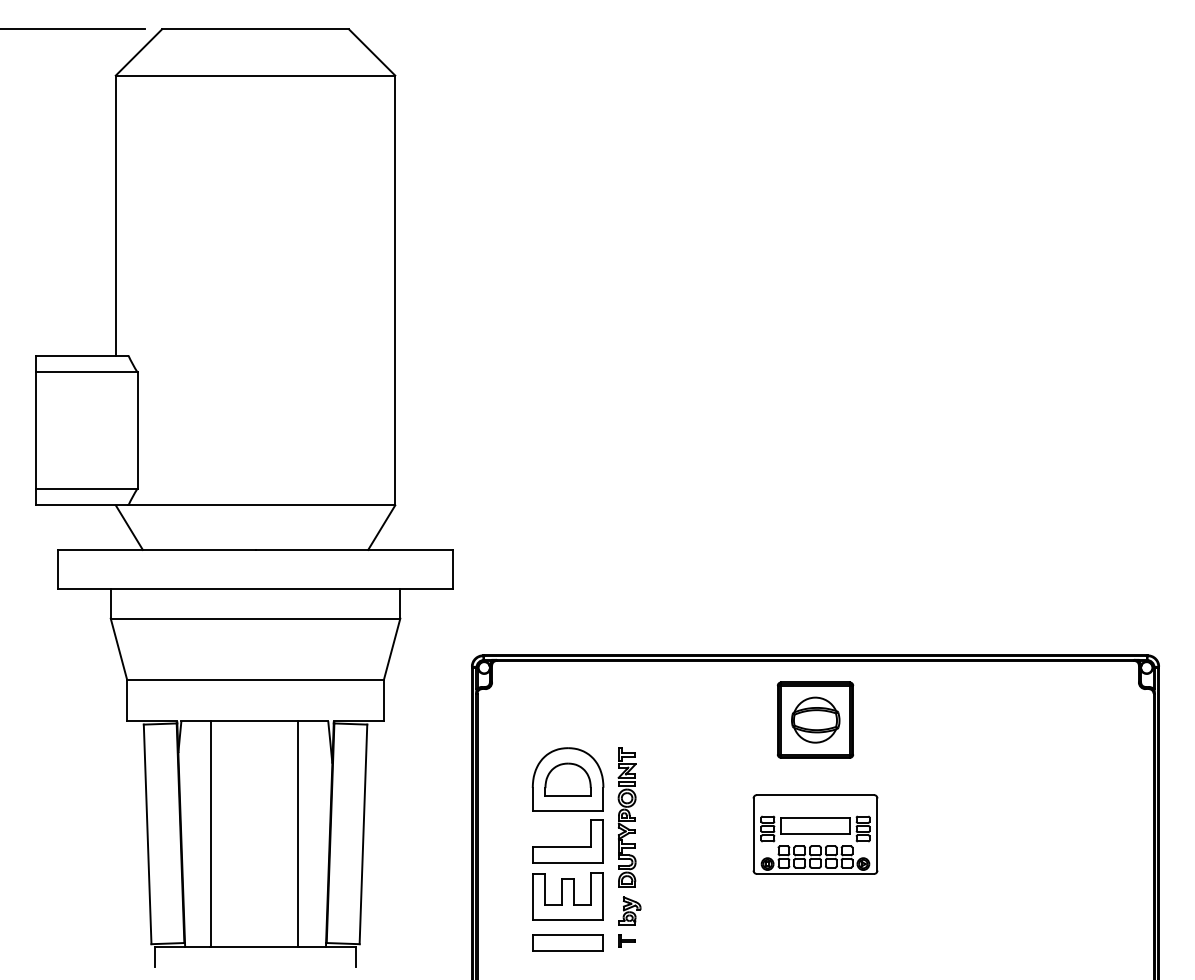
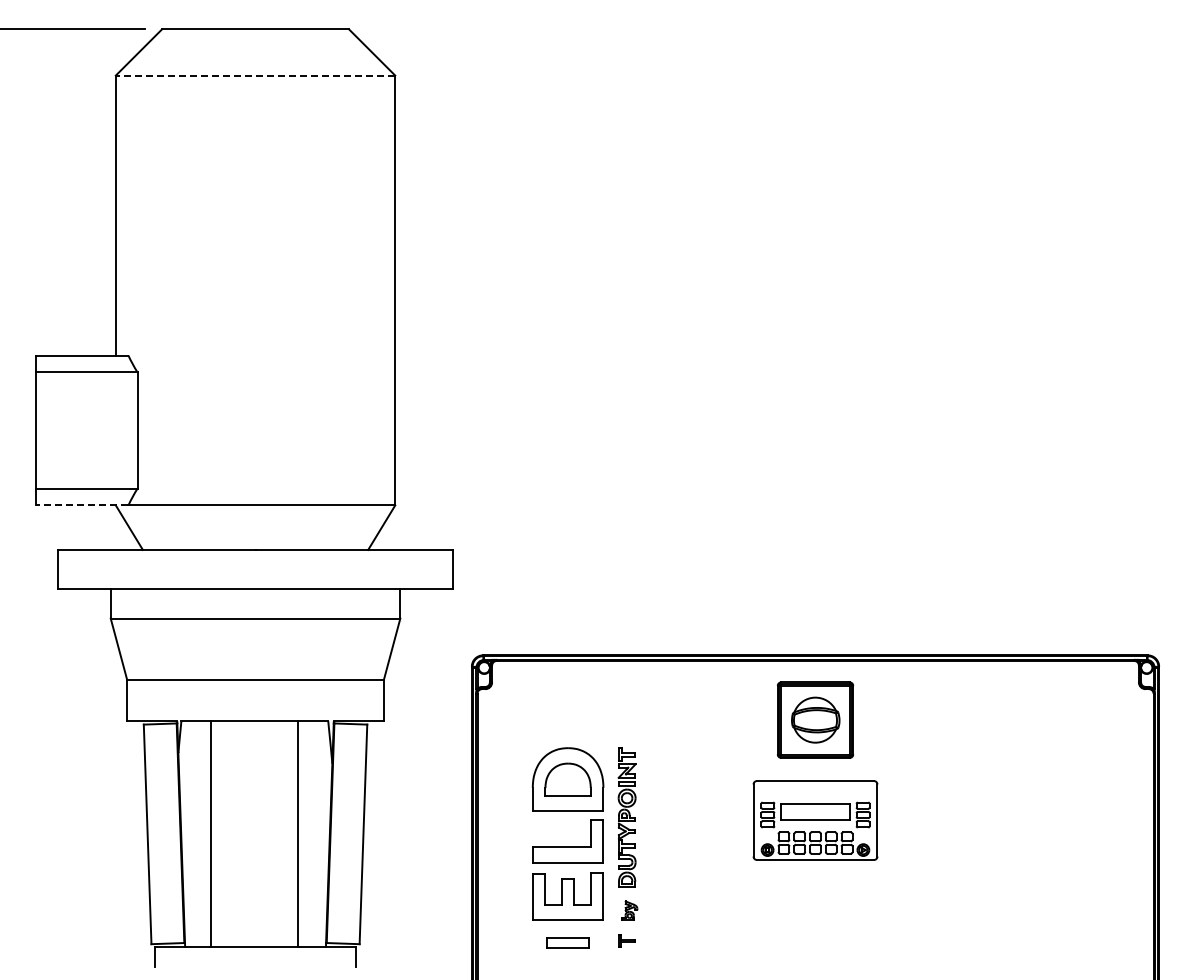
line at (255, 75): solid -> dashed
line at (81, 505): solid -> dashed
part at (815, 834) position: (815, 834) -> (815, 820)
part at (629, 910) size: 24x30 px -> 18x21 px
part at (567, 942) size: 72x18 px -> 44x12 px
